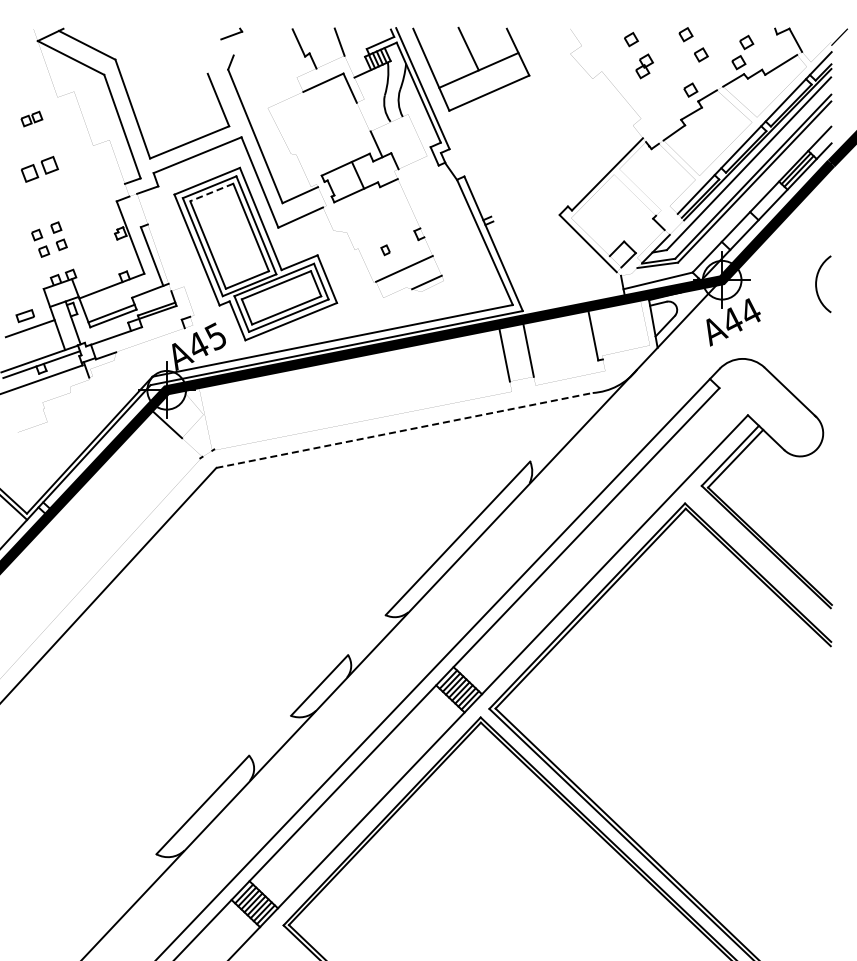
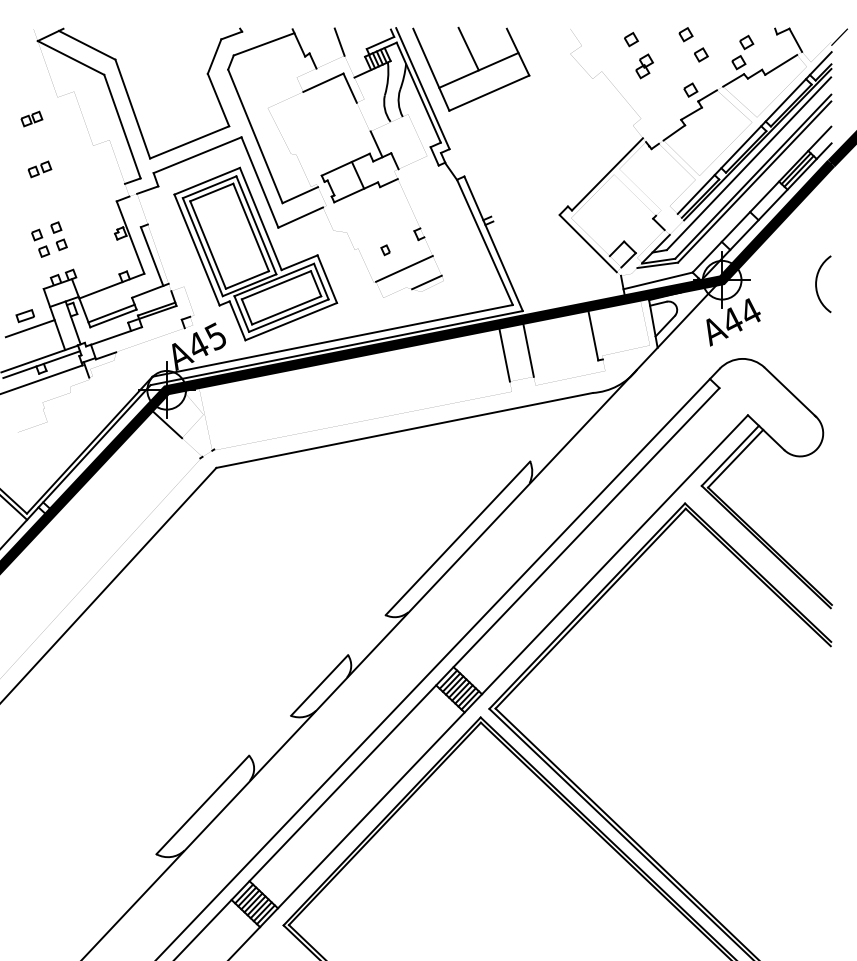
line at (263, 44): none -> present
line at (214, 56): none -> present
part at (39, 168) size: 38x28 px -> 26x19 px
line at (211, 192): dashed -> solid
line at (404, 430): dashed -> solid
